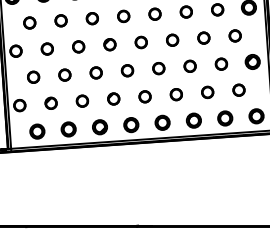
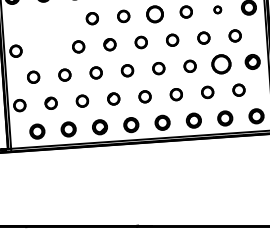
circle at (217, 9) size: 14x14 px -> 10x10 px
circle at (154, 13) size: 14x14 px -> 18x19 px
circle at (60, 20): present -> none
circle at (29, 22): present -> none
circle at (46, 48): present -> none
part at (221, 63) size: 15x14 px -> 21x21 px
